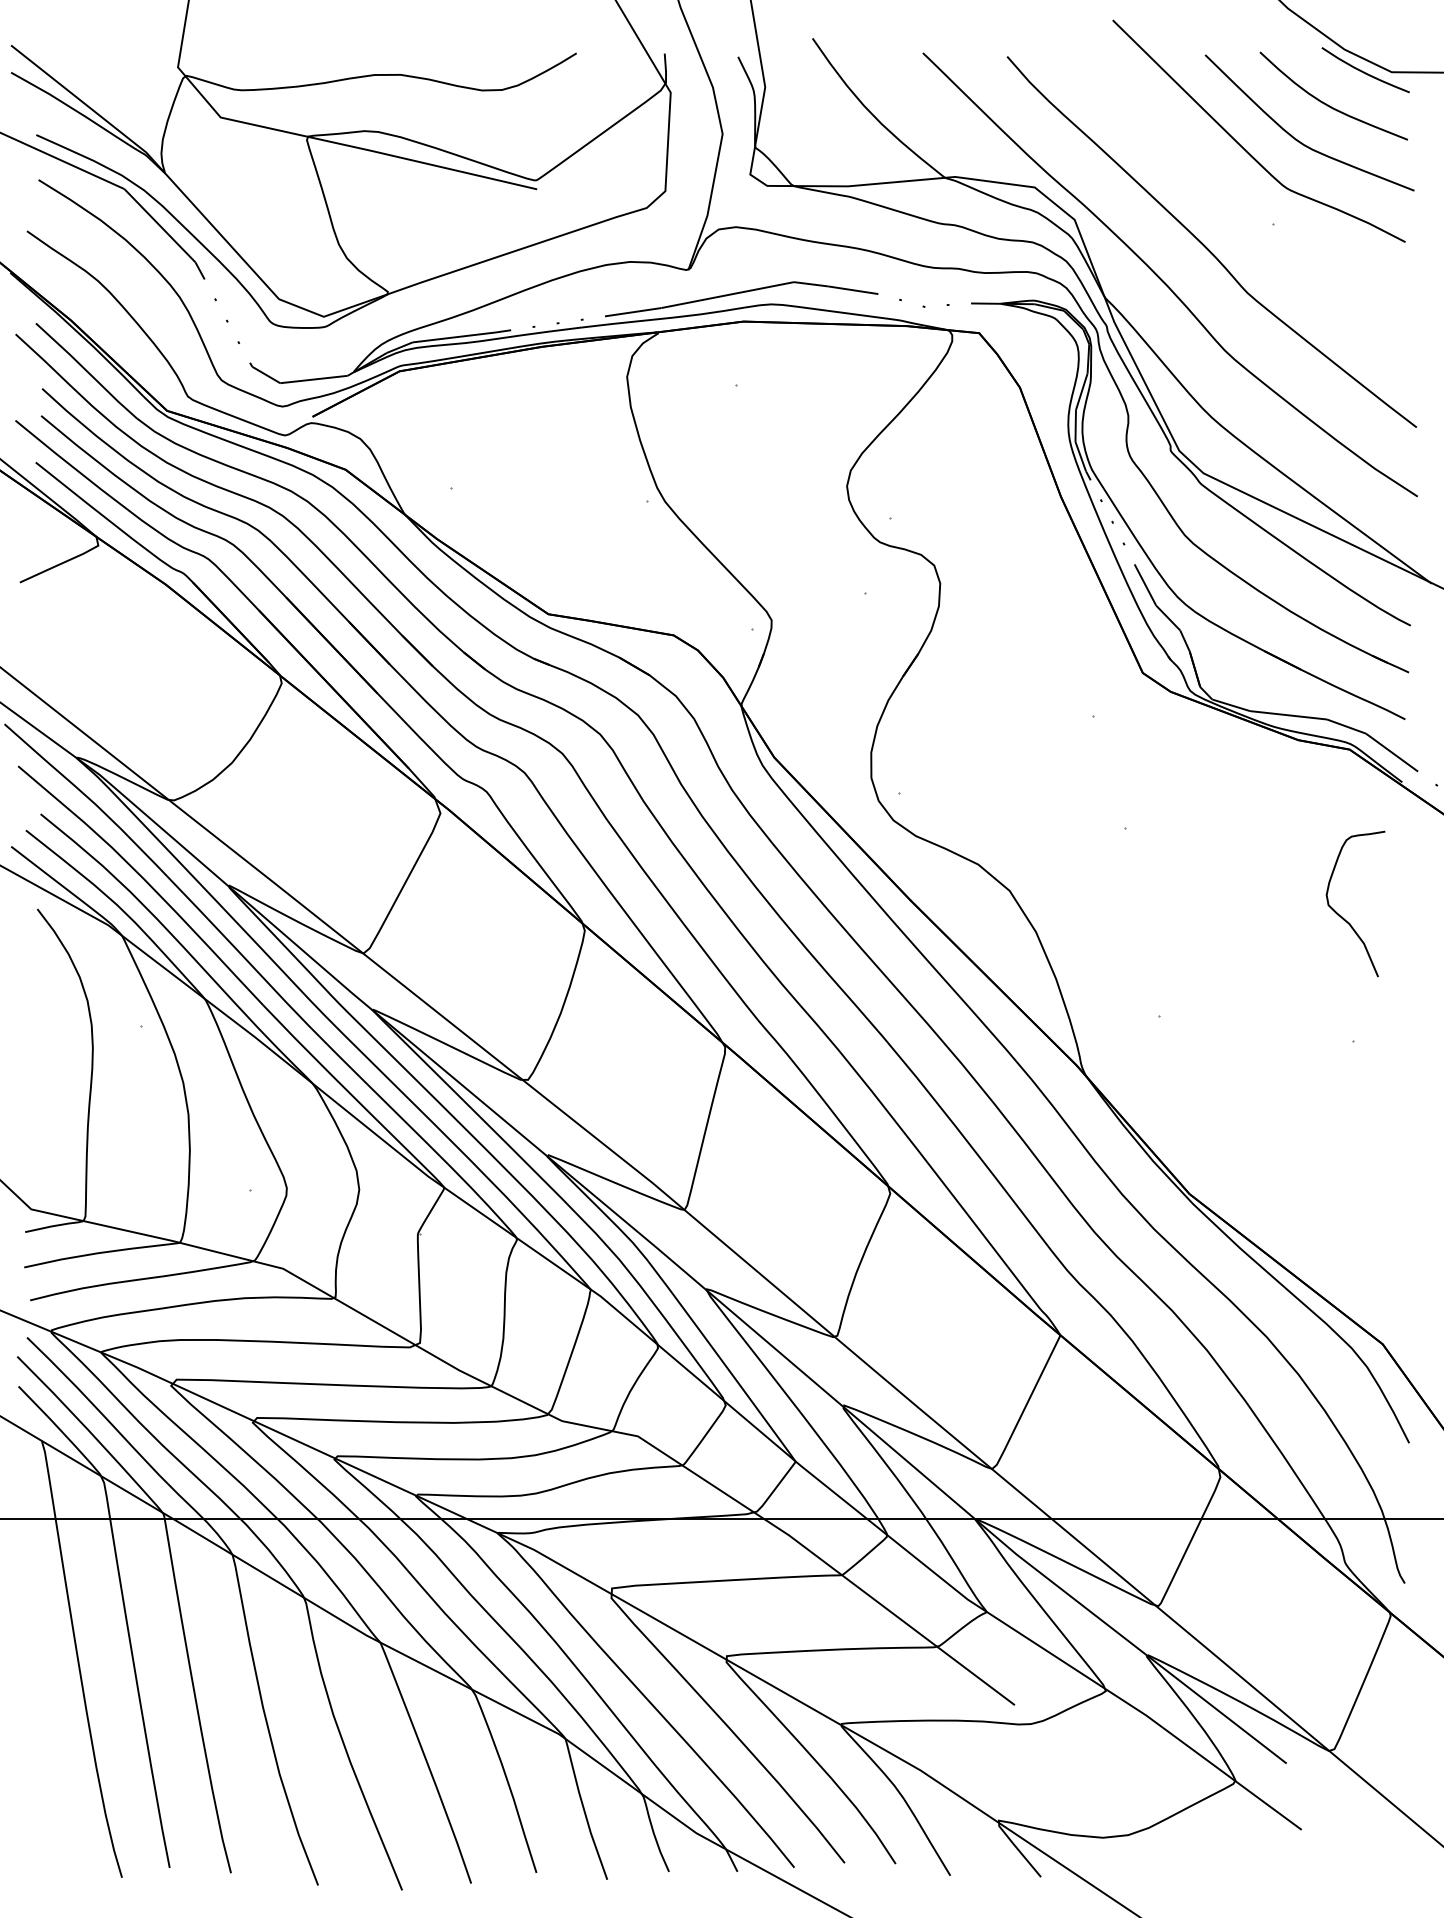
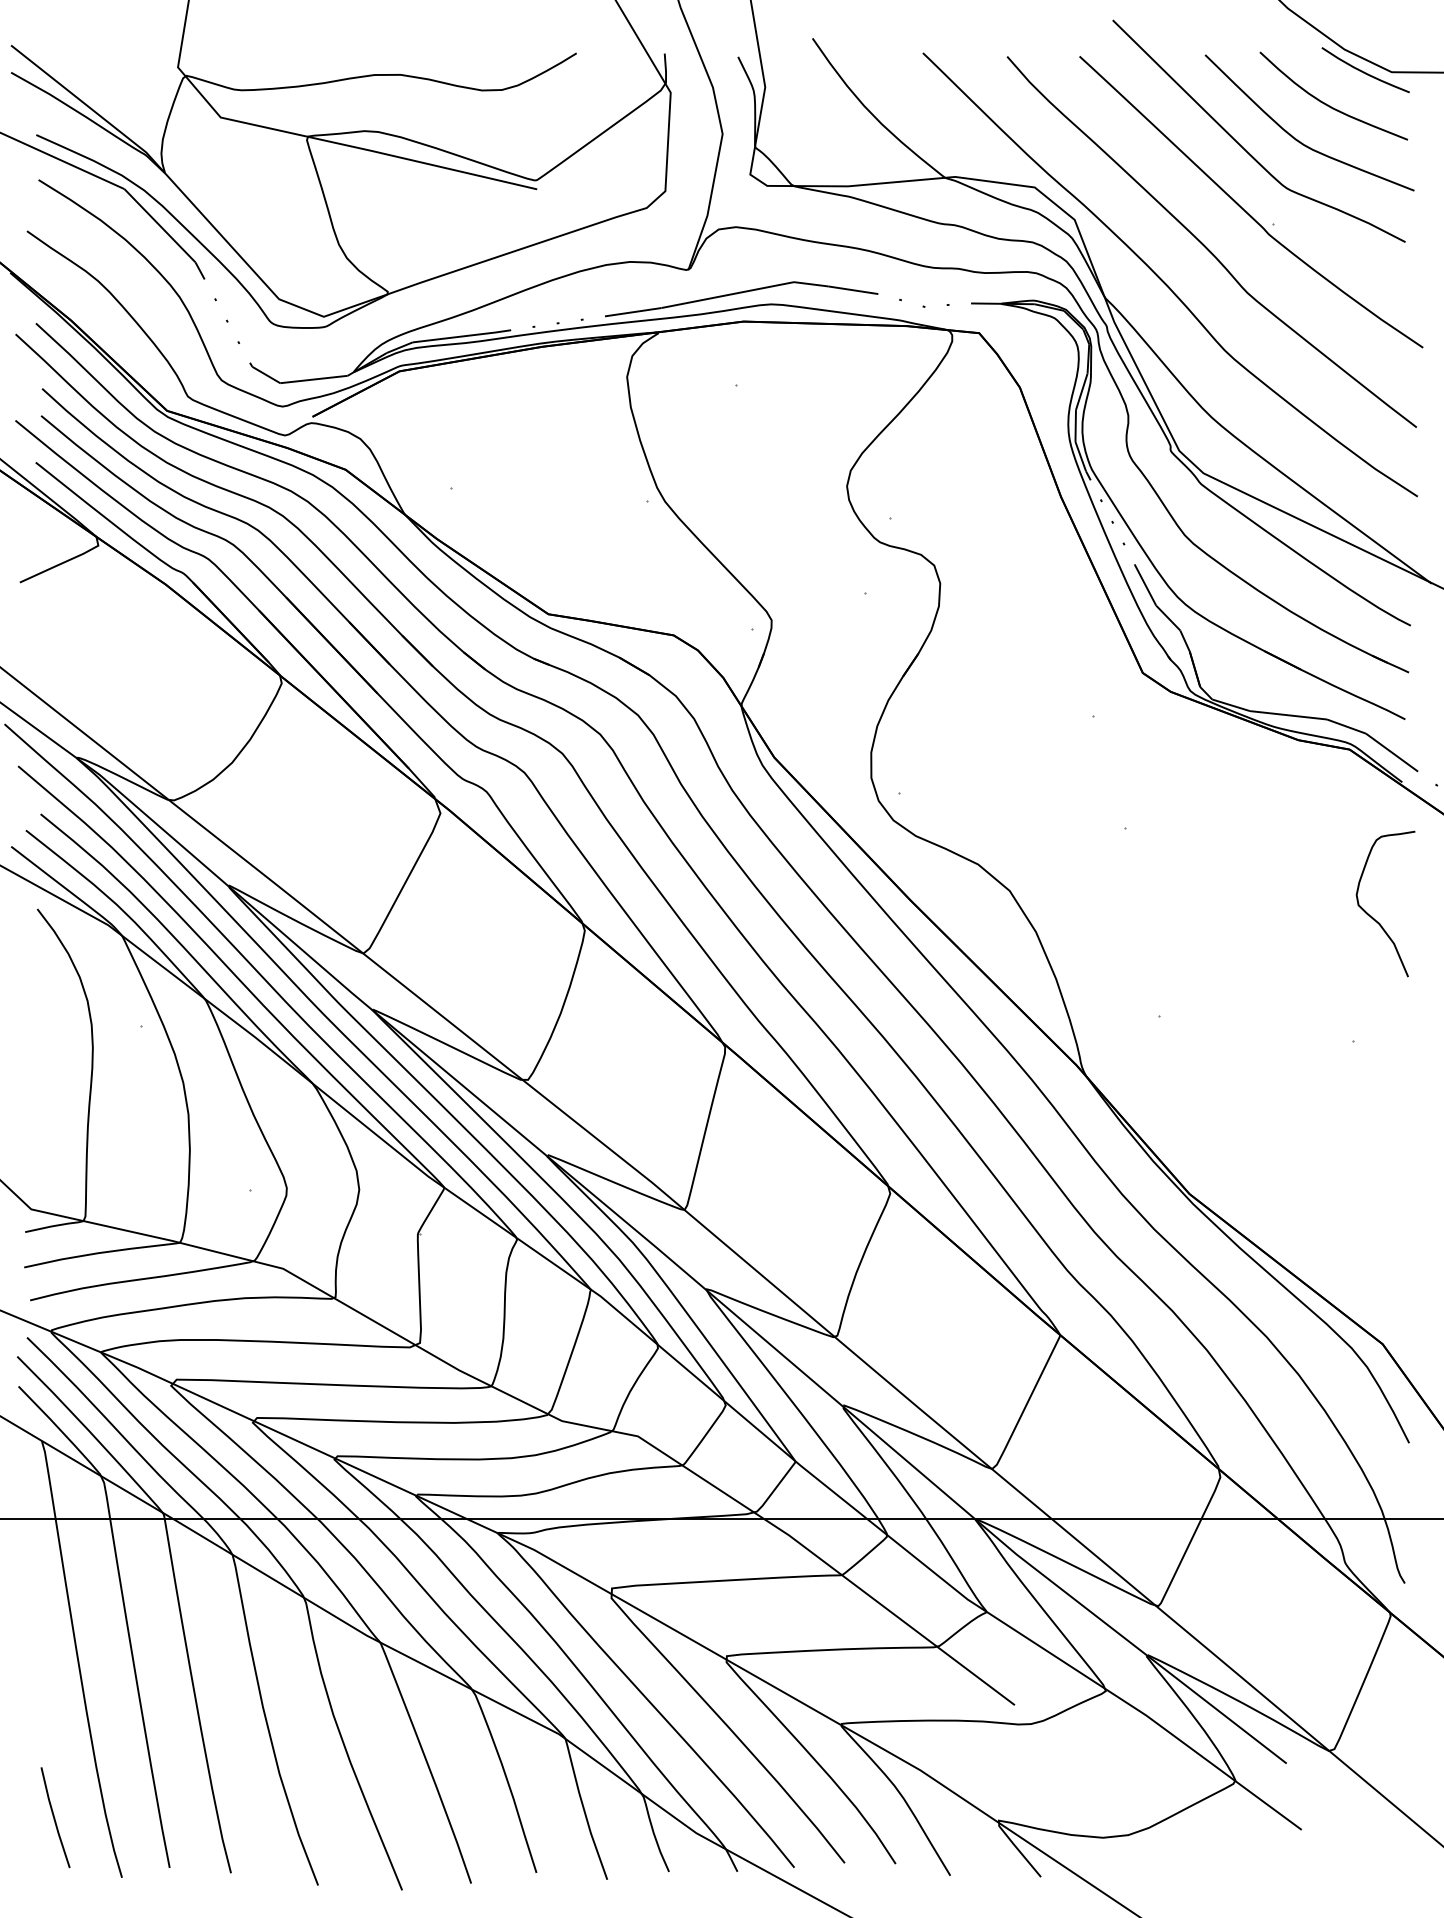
curve at (1244, 209): none -> present
curve at (1342, 916) position: (1342, 916) -> (1372, 916)
line at (54, 1817): none -> present
